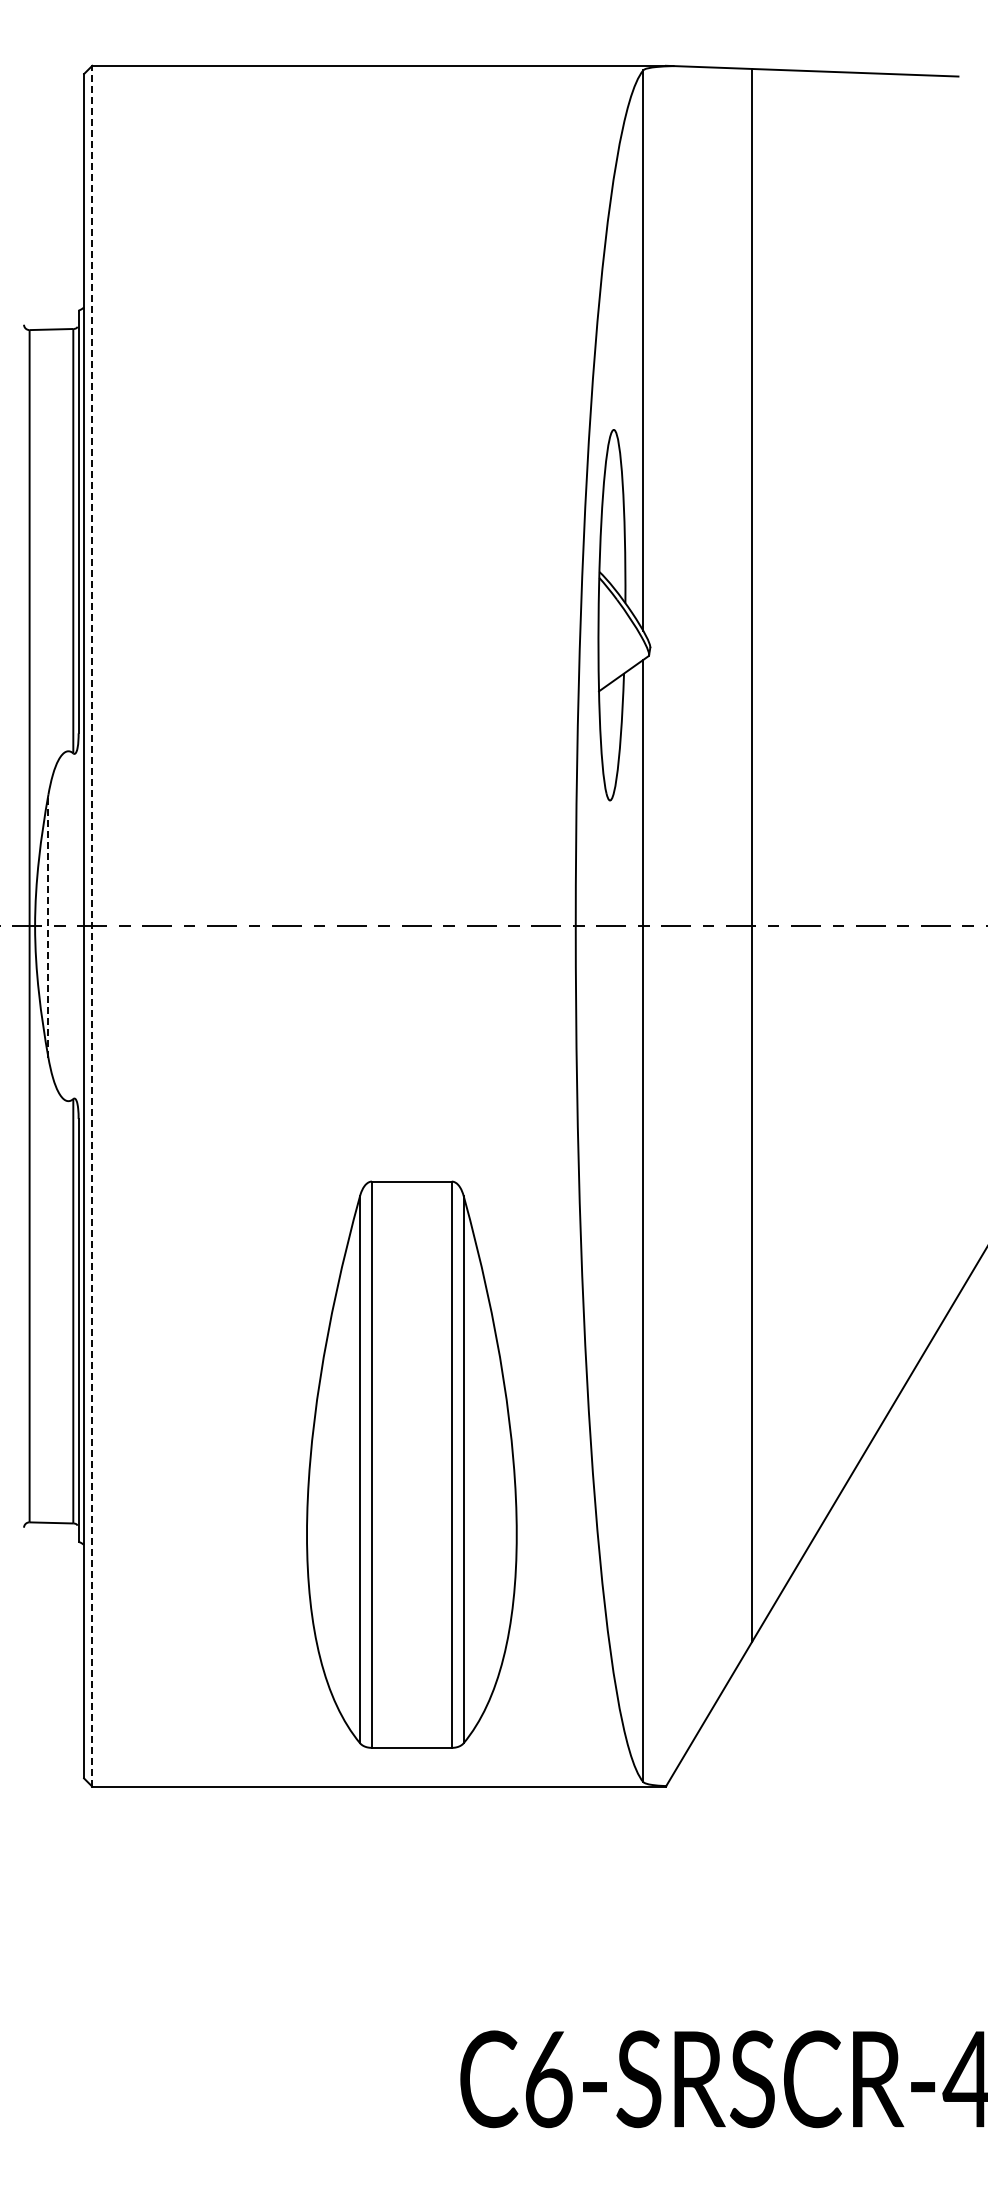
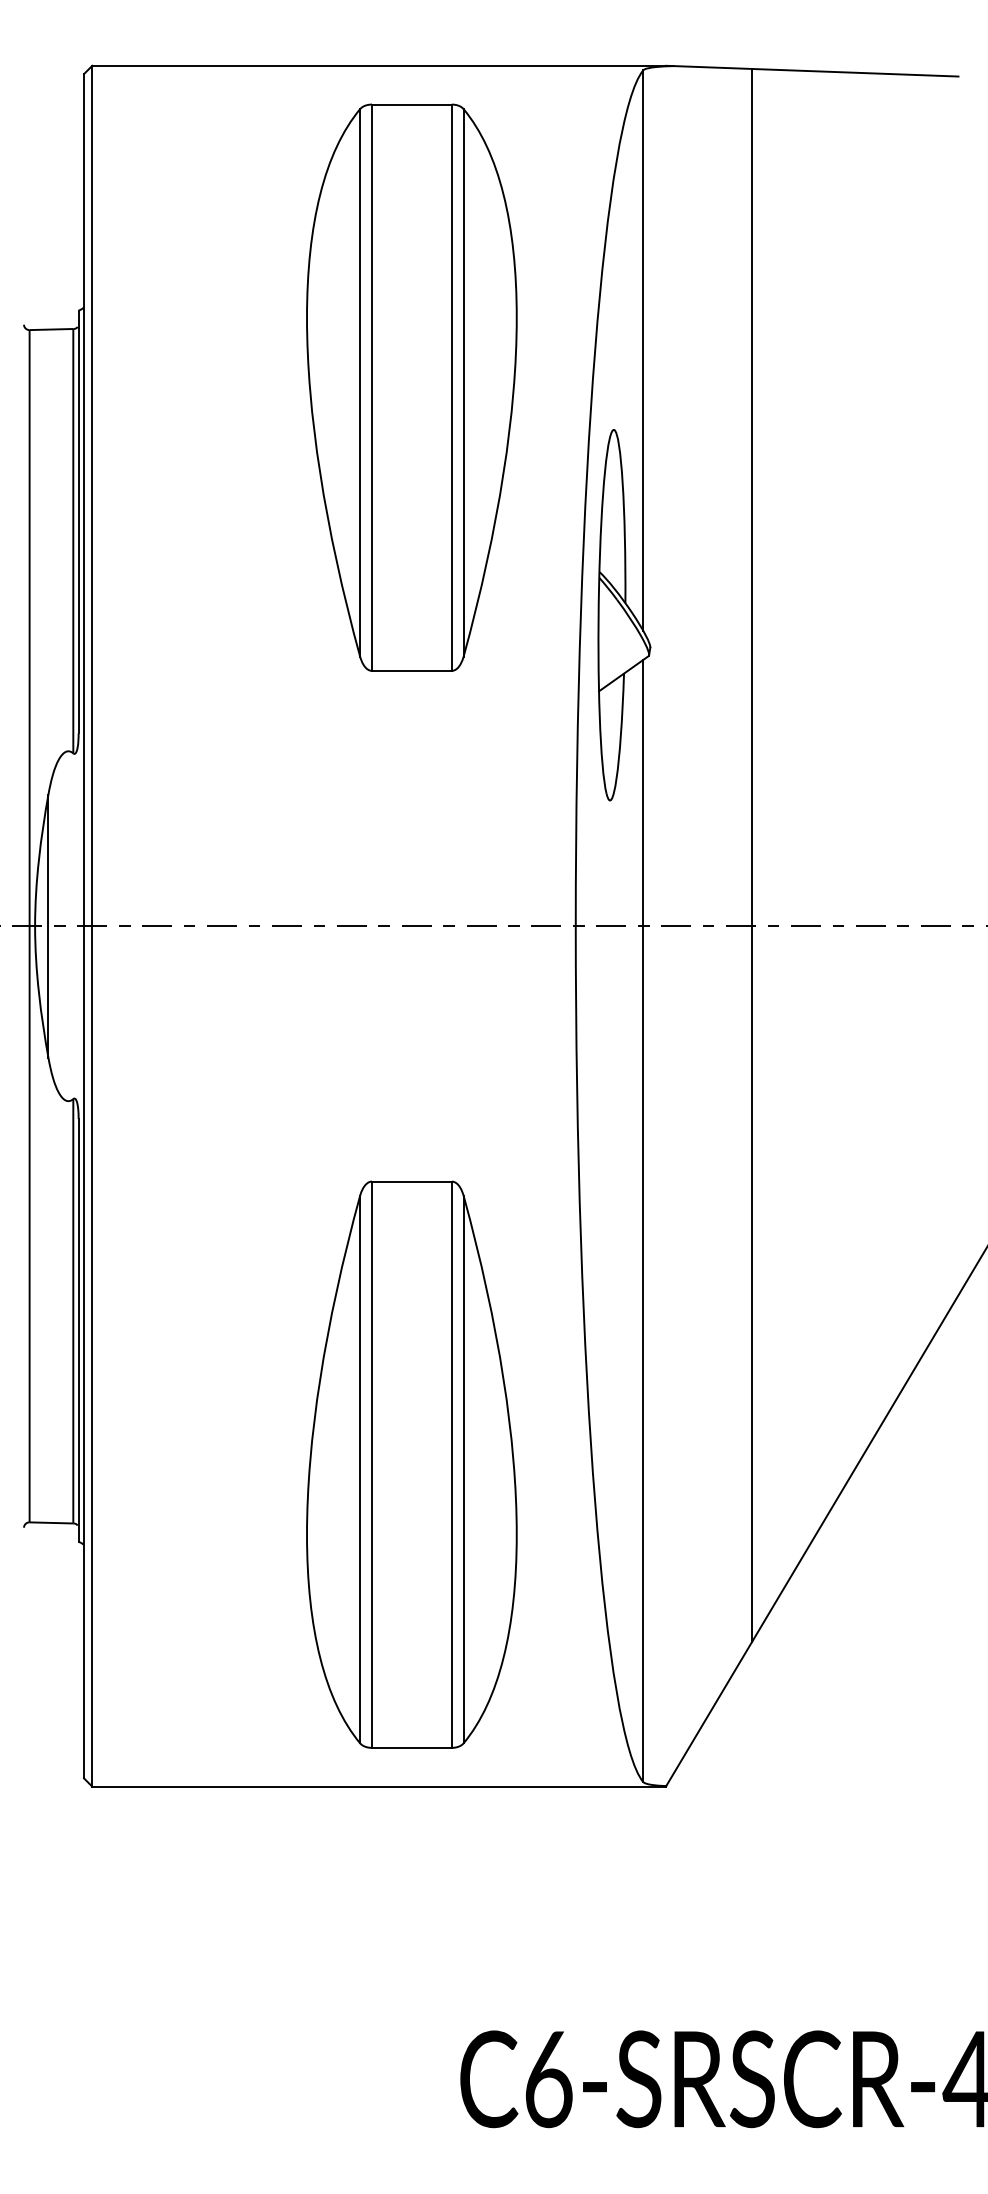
part at (411, 387): none -> present
line at (48, 925): dashed -> solid
line at (92, 925): dashed -> solid
